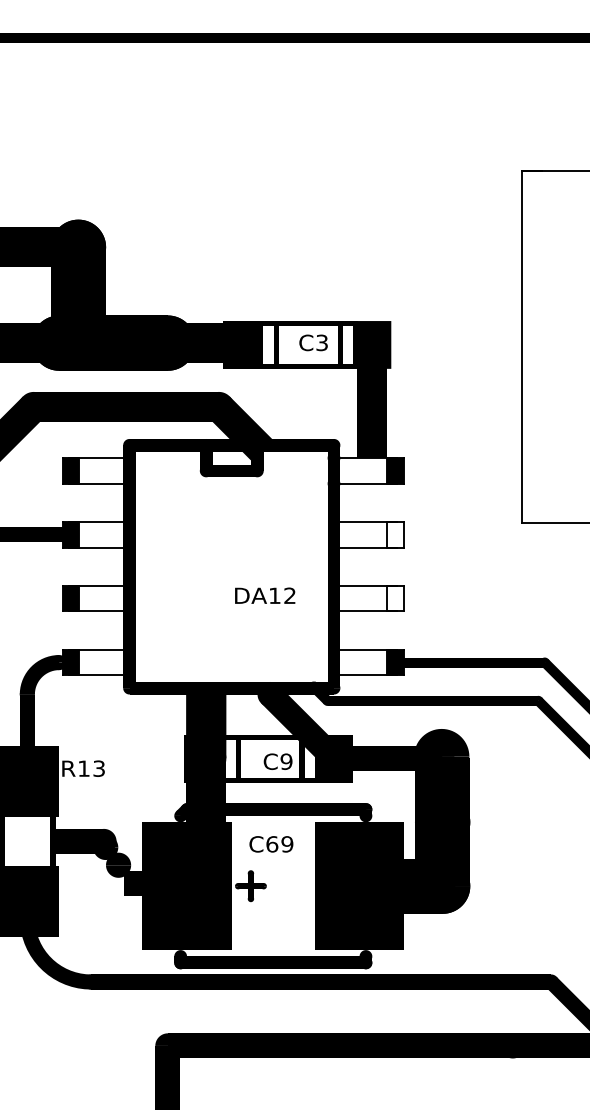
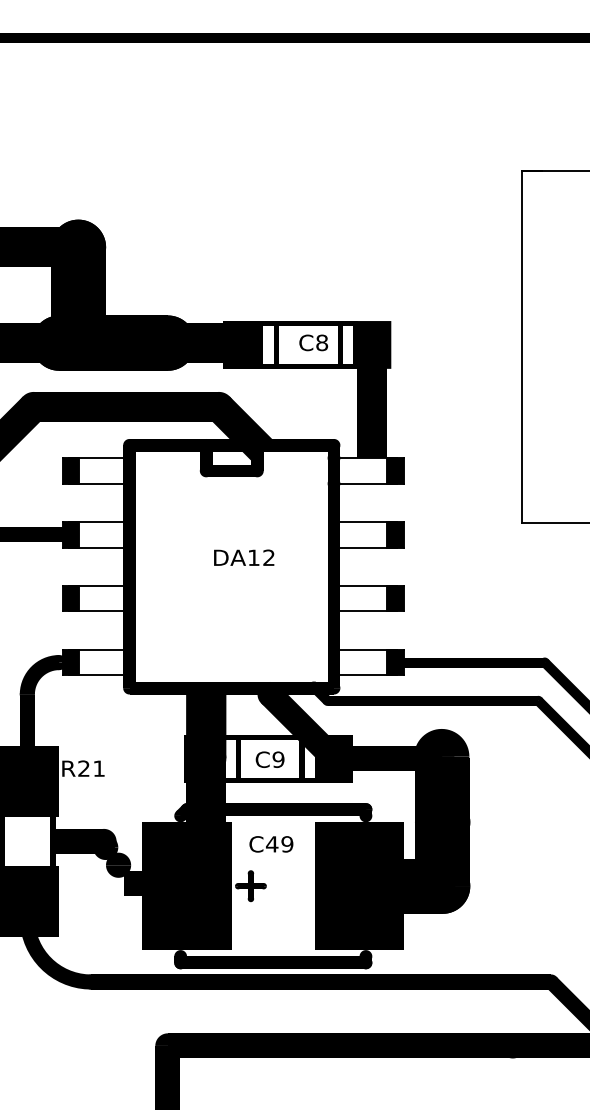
text at (322, 342): C3 -> C8
fill at (395, 534): none -> present
text at (265, 595) position: (265, 595) -> (244, 557)
fill at (395, 598): none -> present
text at (277, 761) position: (277, 761) -> (269, 759)
text at (91, 768): R13 -> R21
text at (271, 844): C69 -> C49
